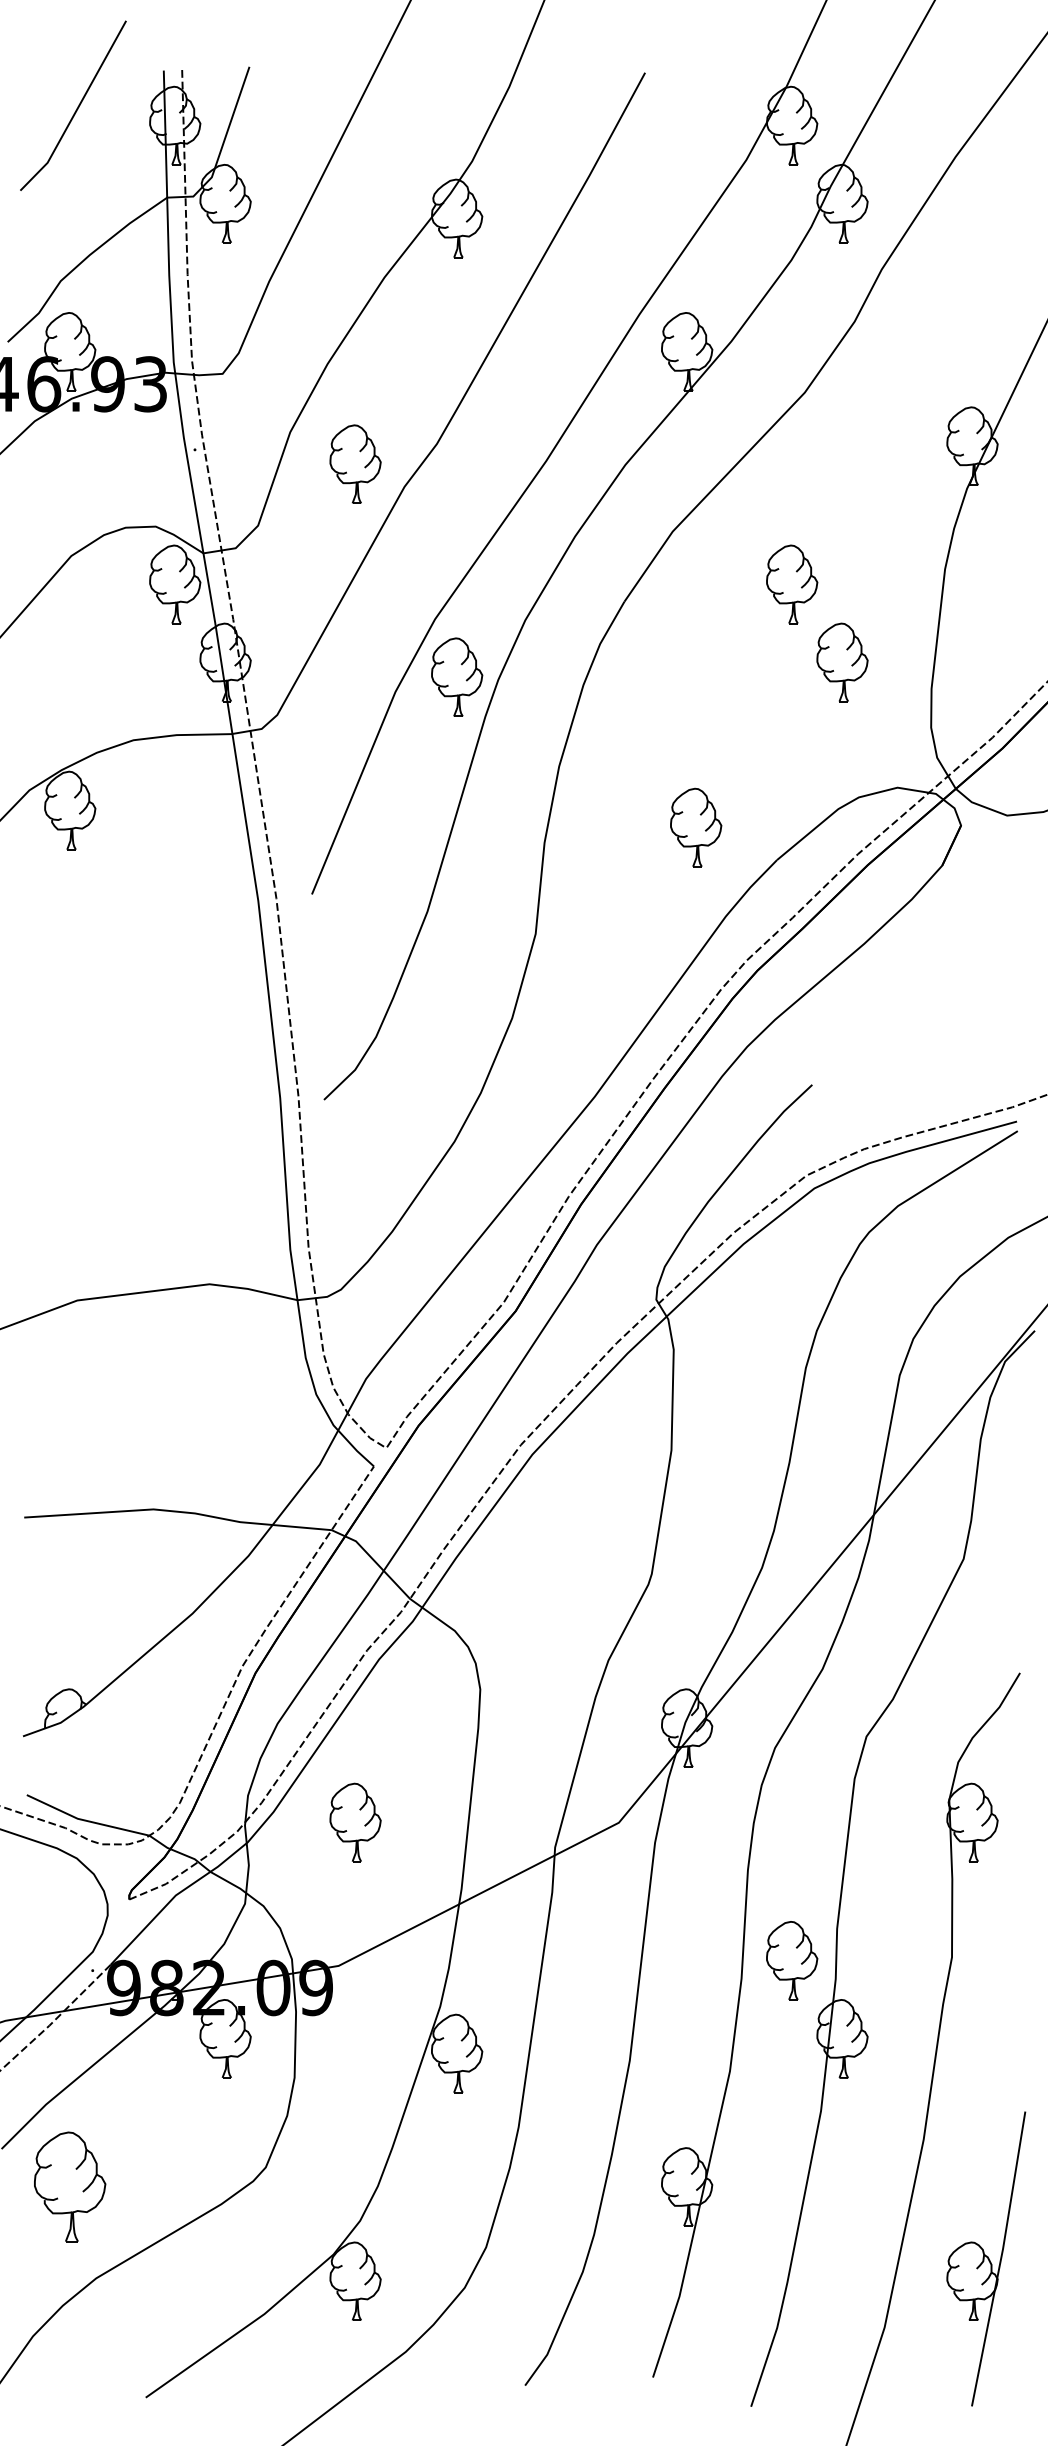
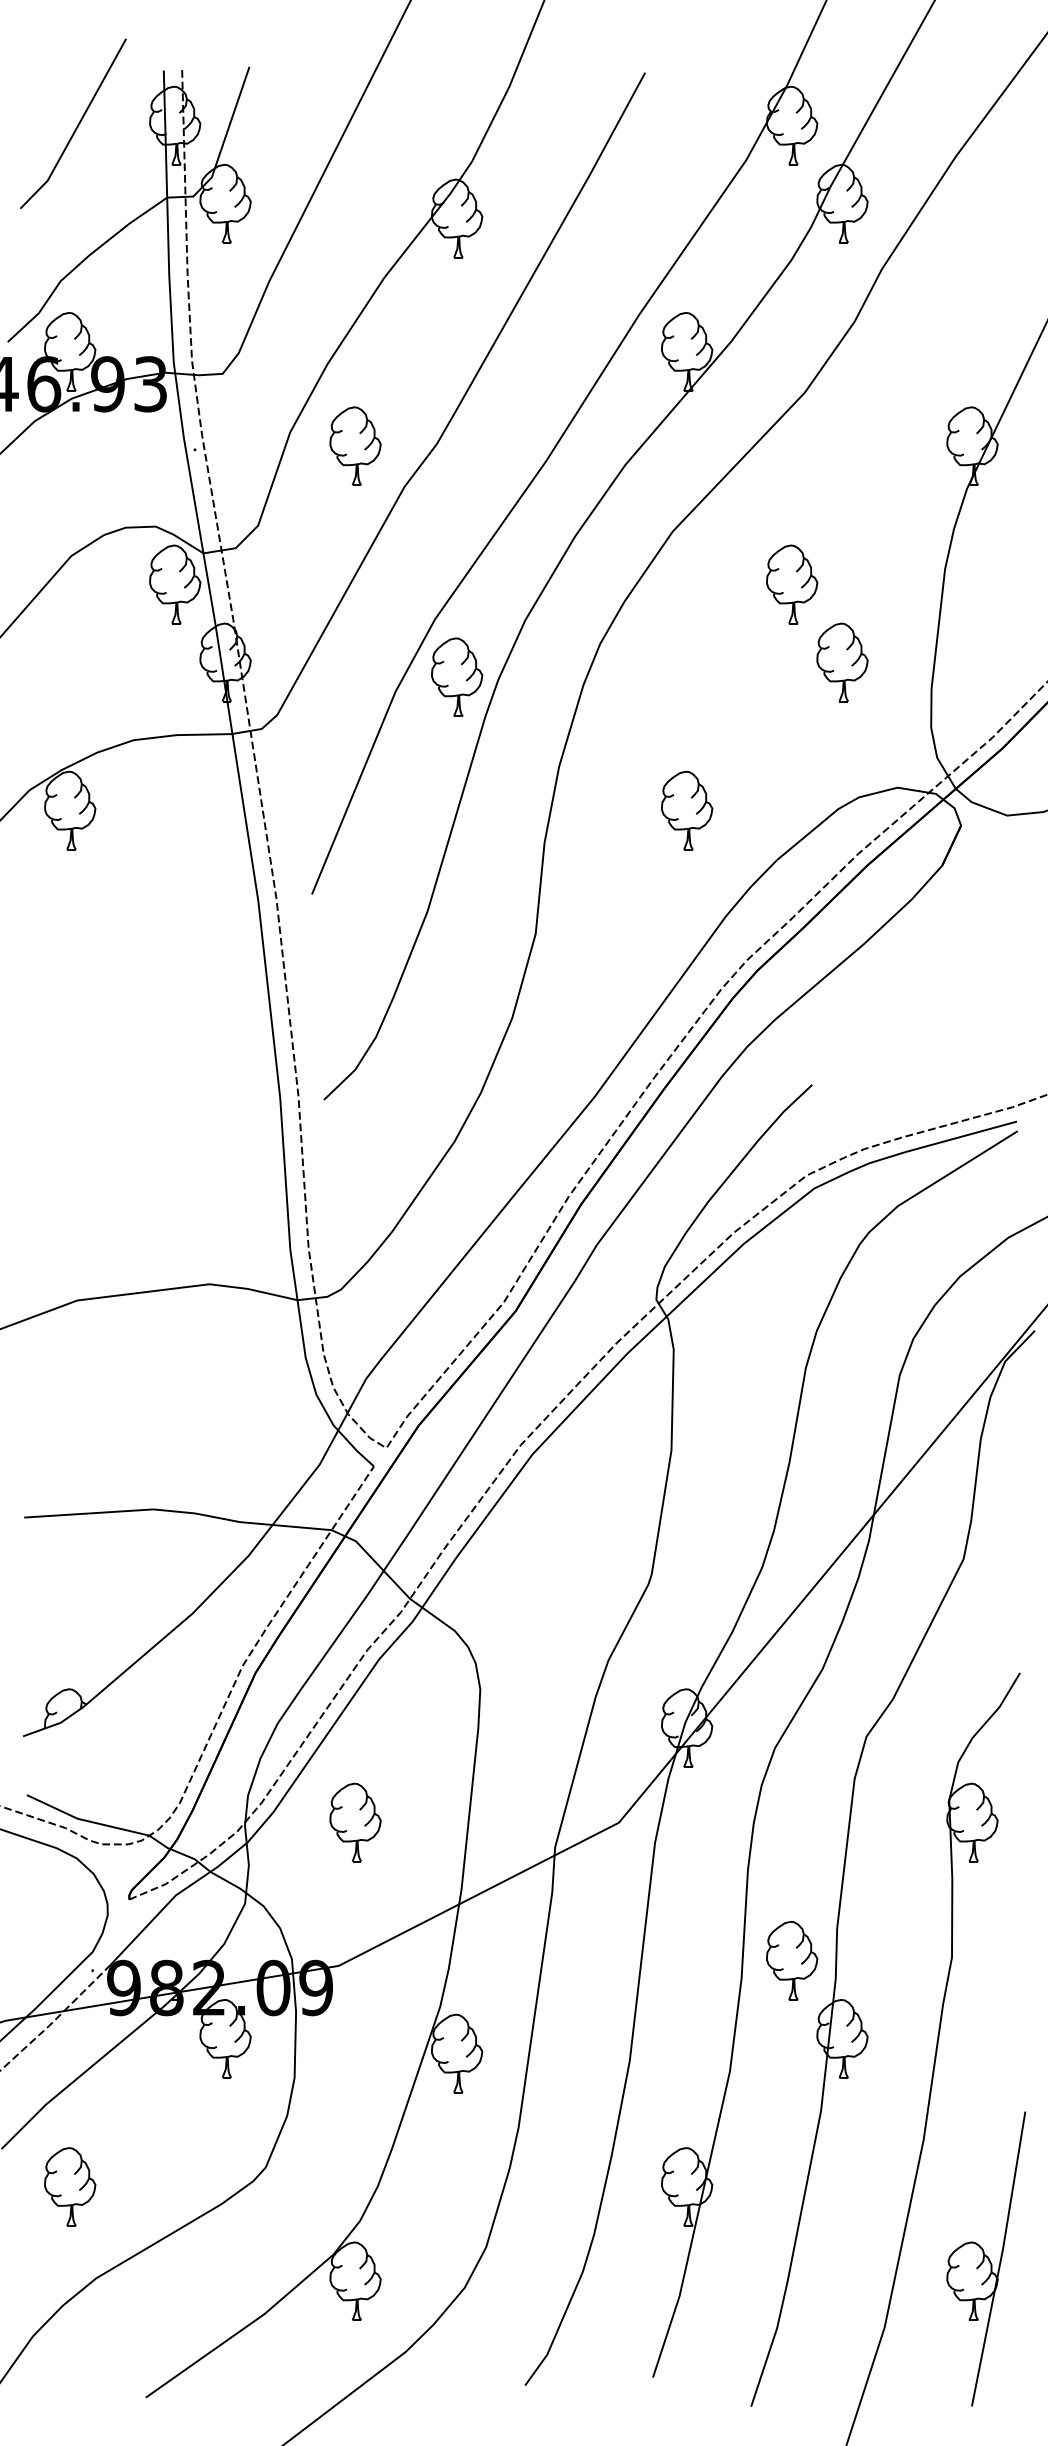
line at (77, 106) position: (77, 106) -> (77, 124)
part at (355, 463) position: (355, 463) -> (355, 445)
part at (696, 827) position: (696, 827) -> (687, 810)
part at (70, 2186) size: 73x112 px -> 53x80 px
